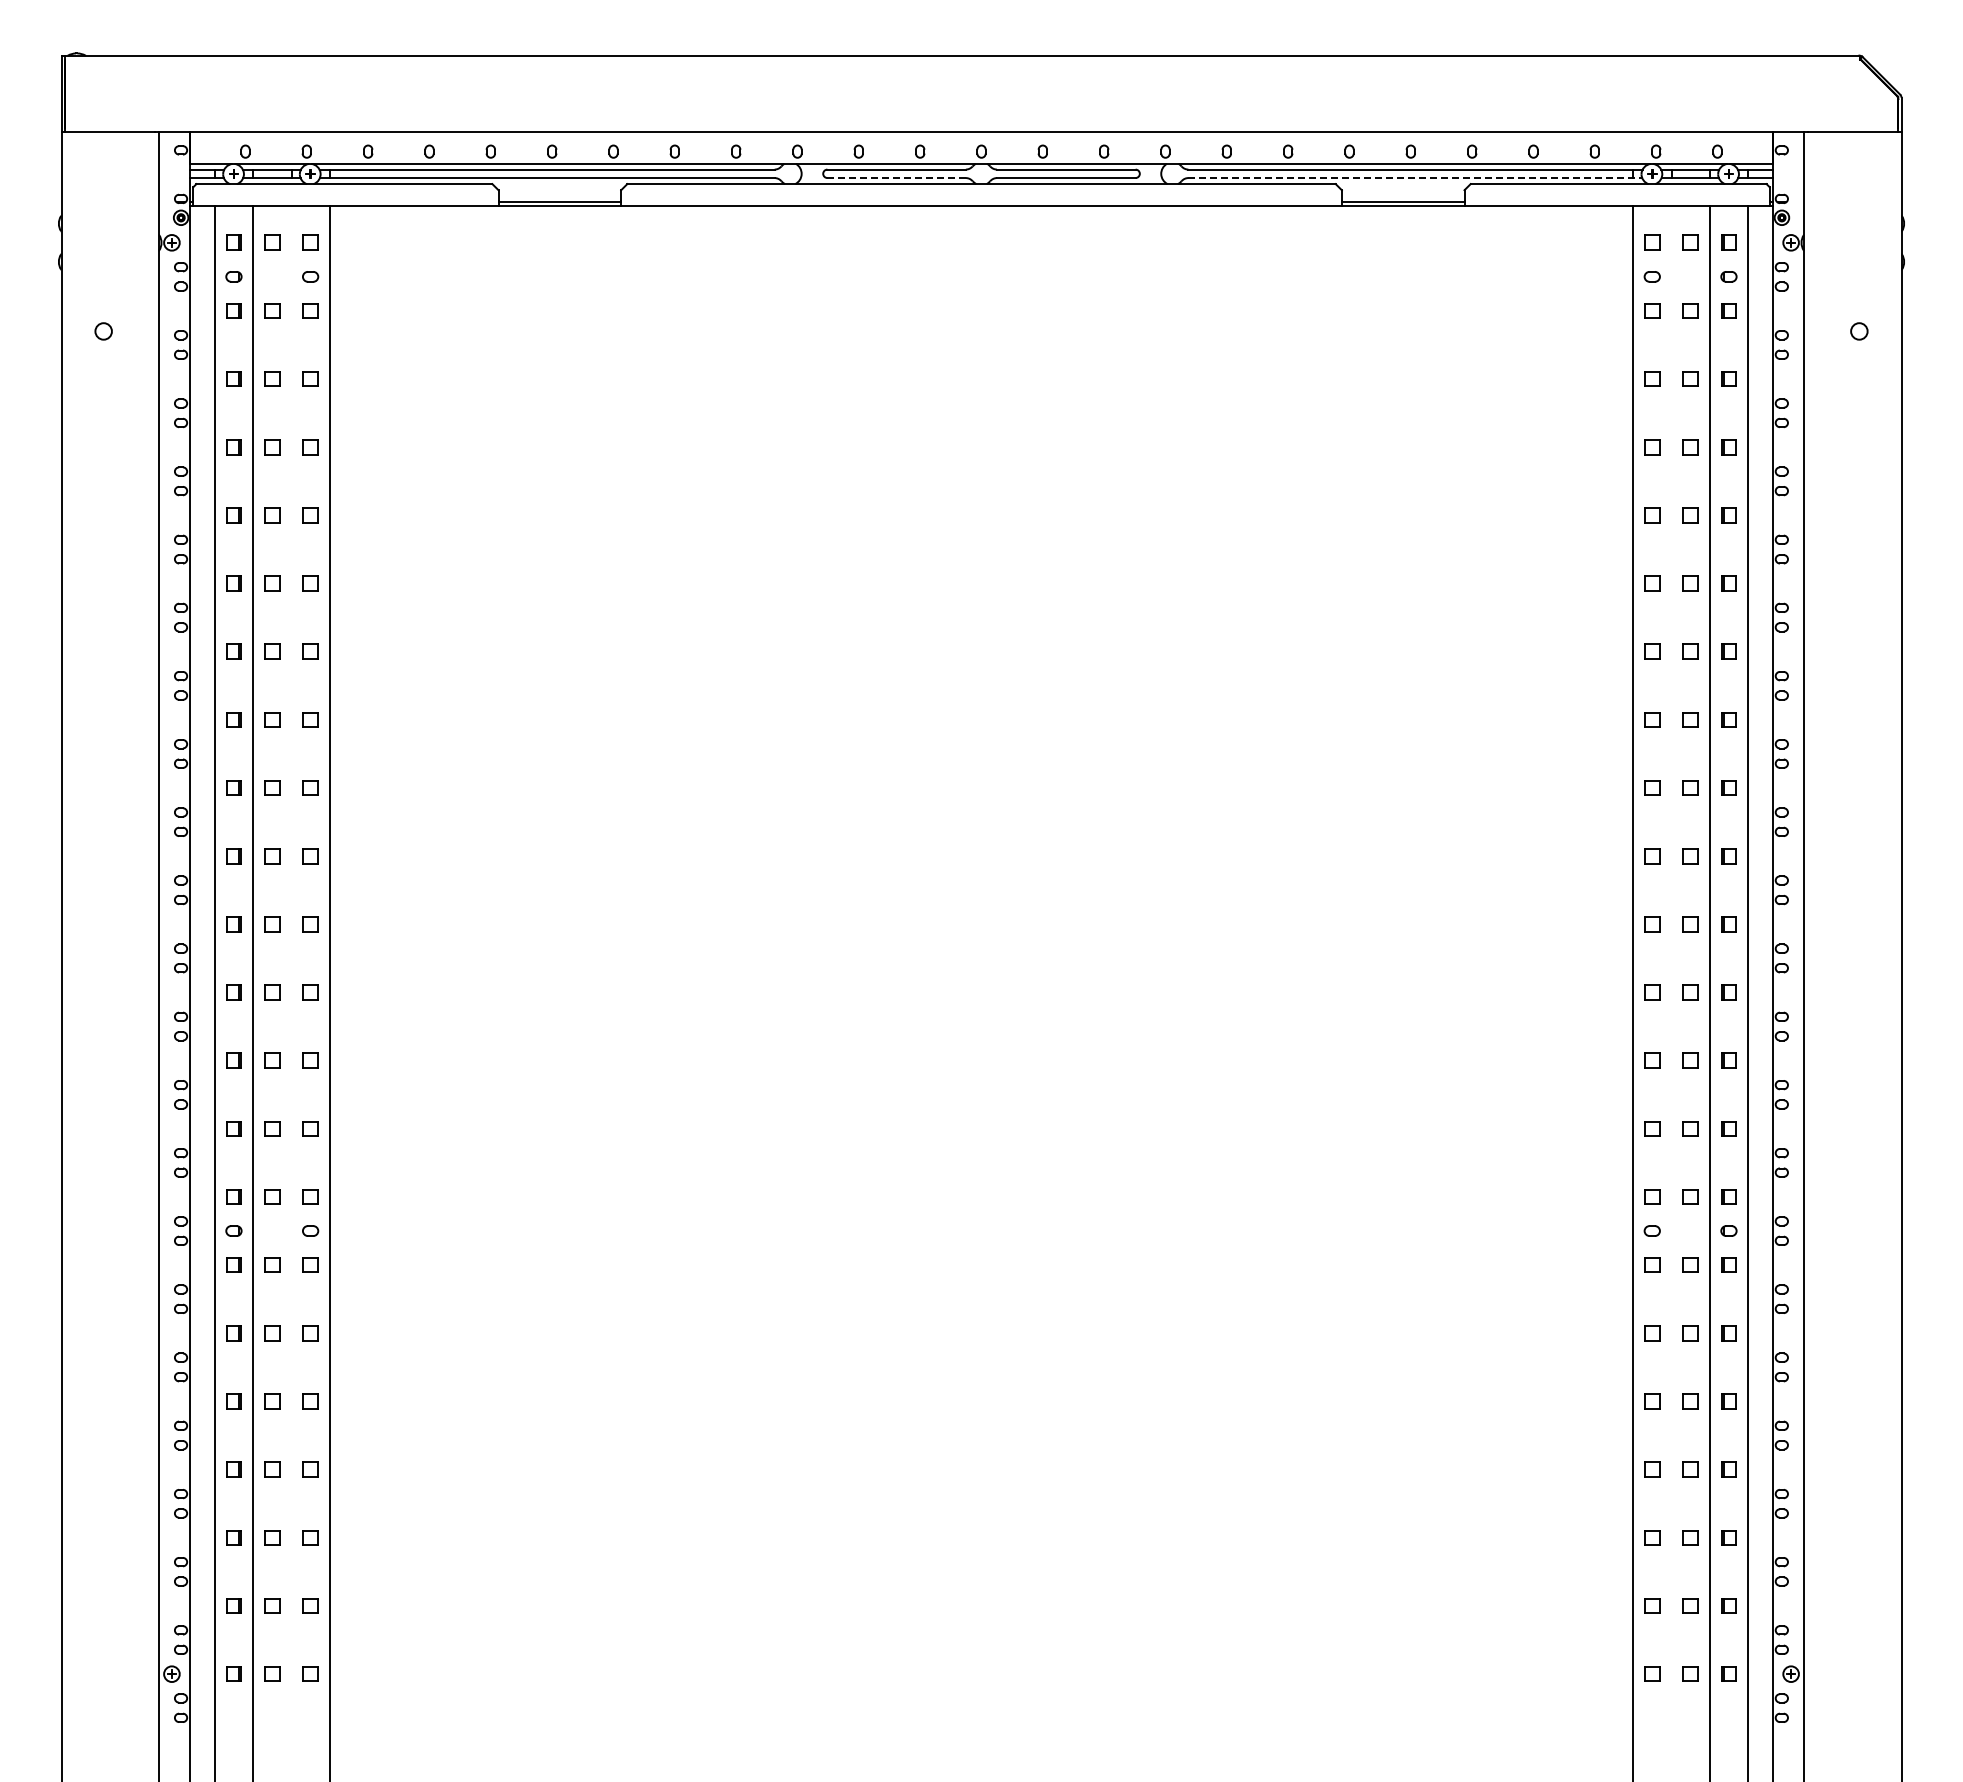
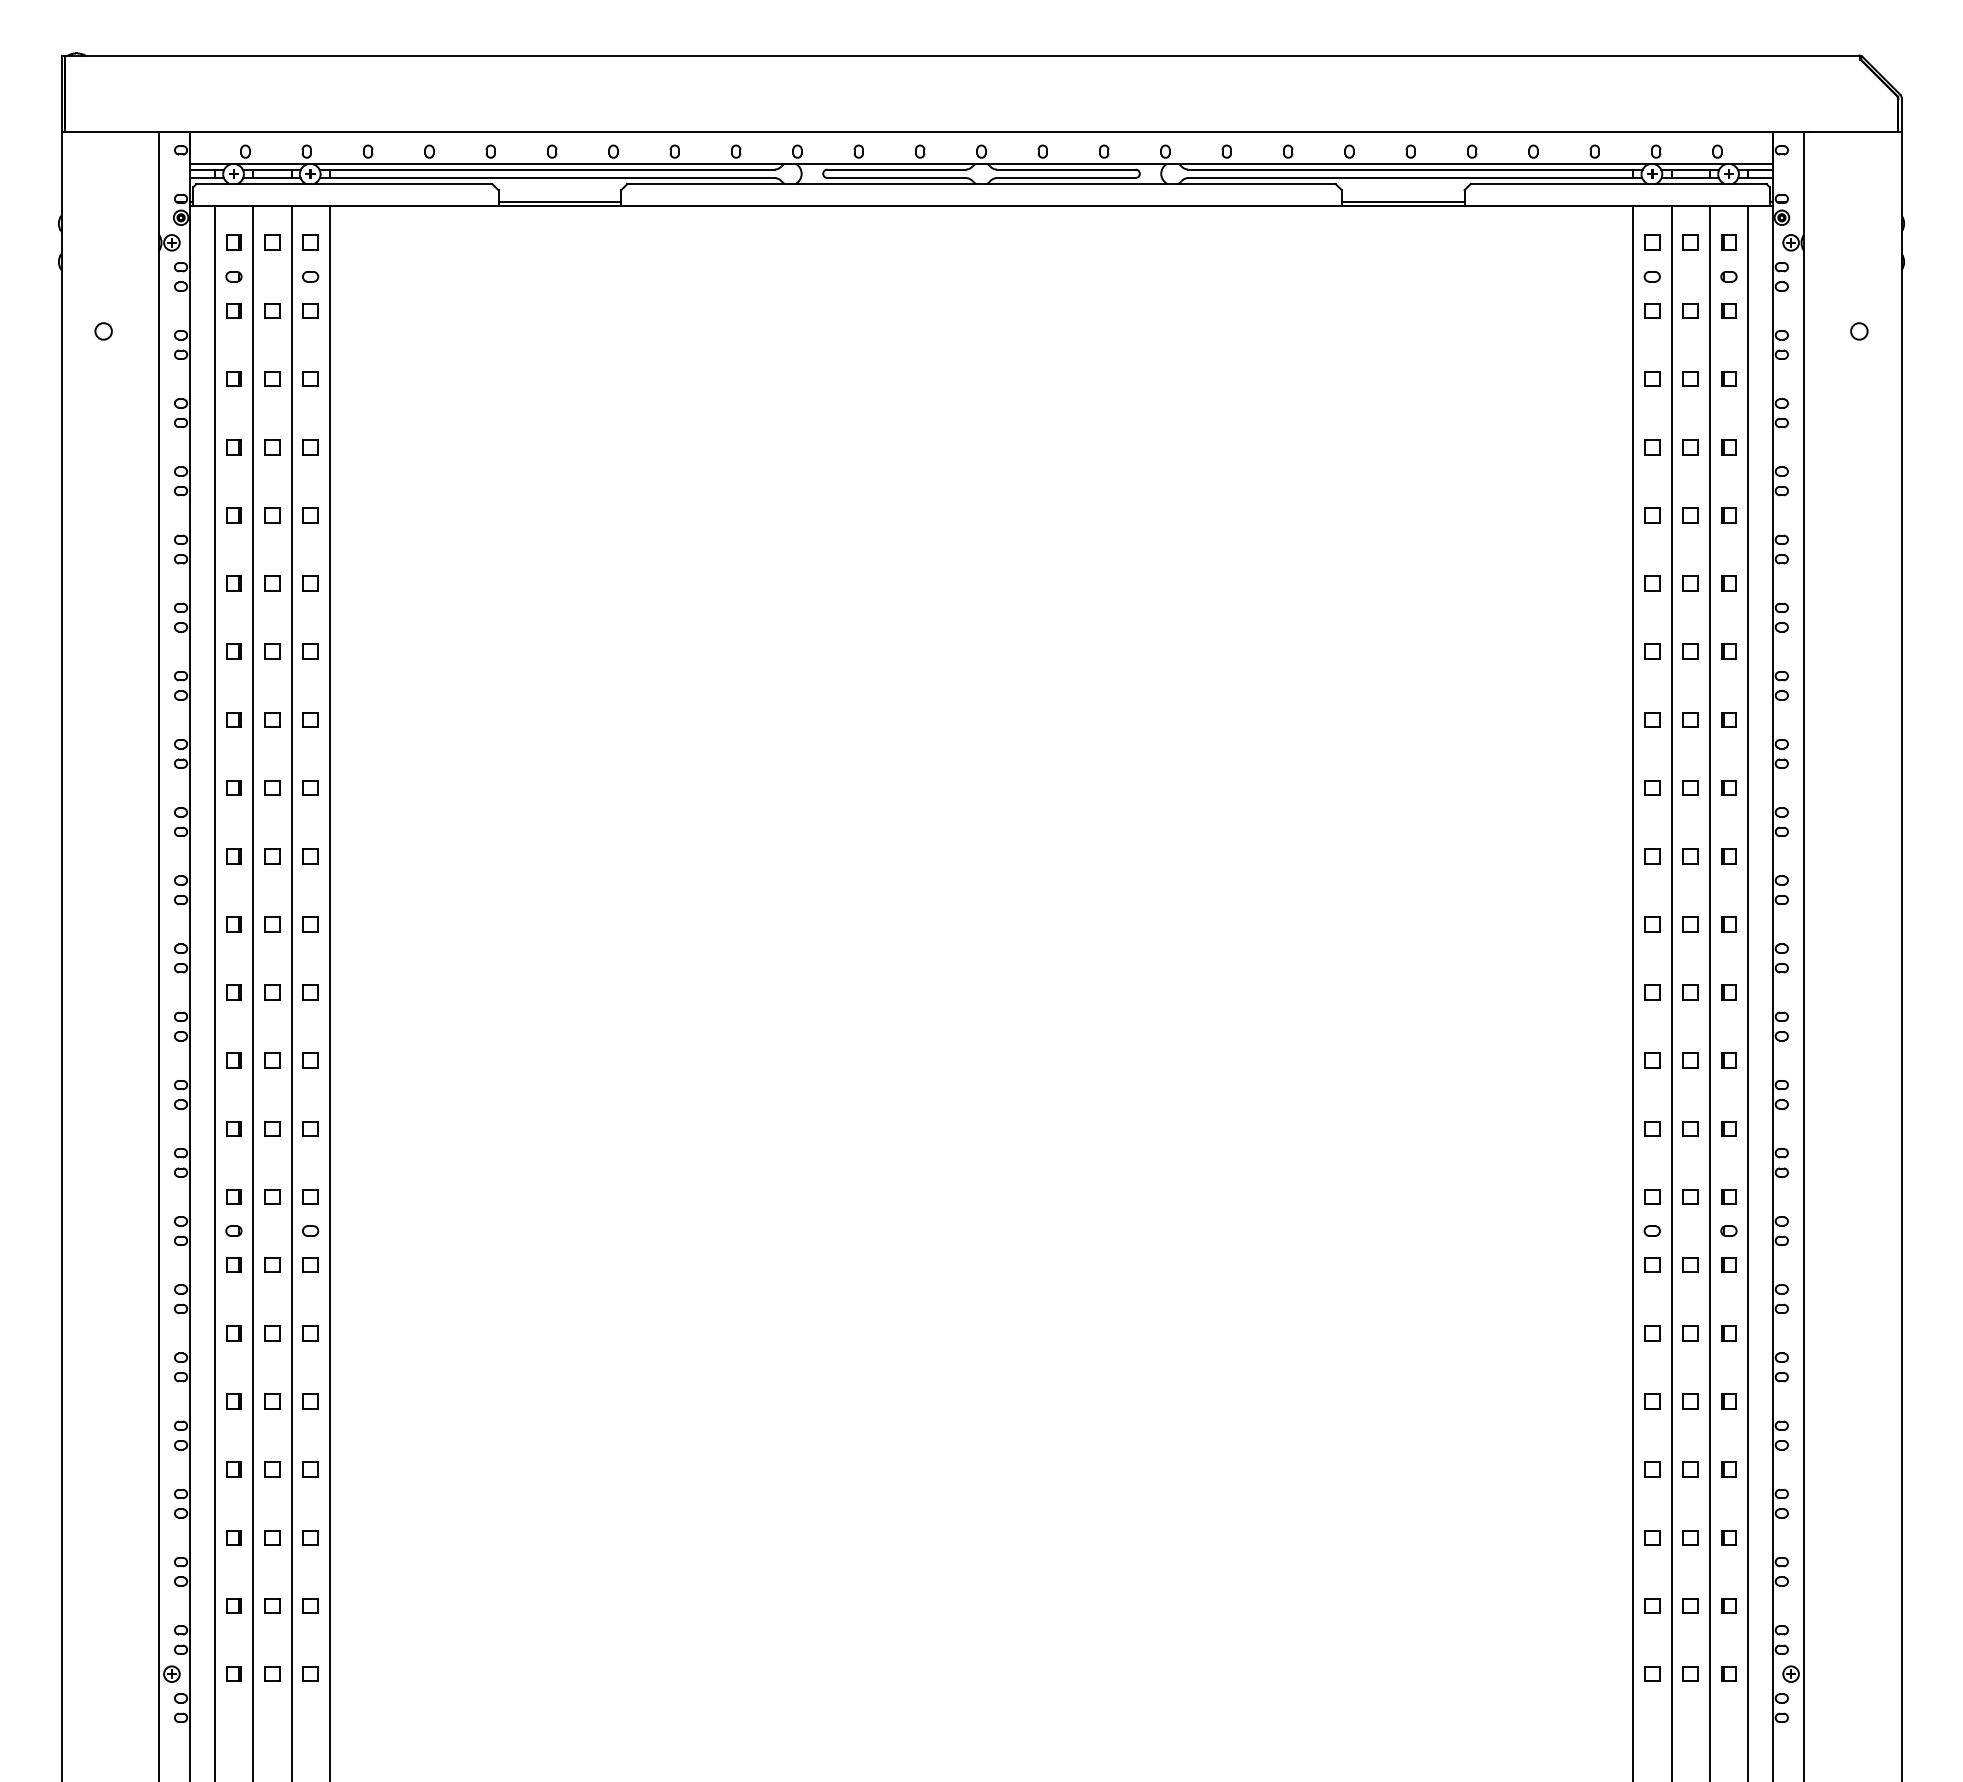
line at (897, 178): dashed -> solid
line at (1415, 178): dashed -> solid
line at (291, 991): none -> present
line at (1671, 991): none -> present
